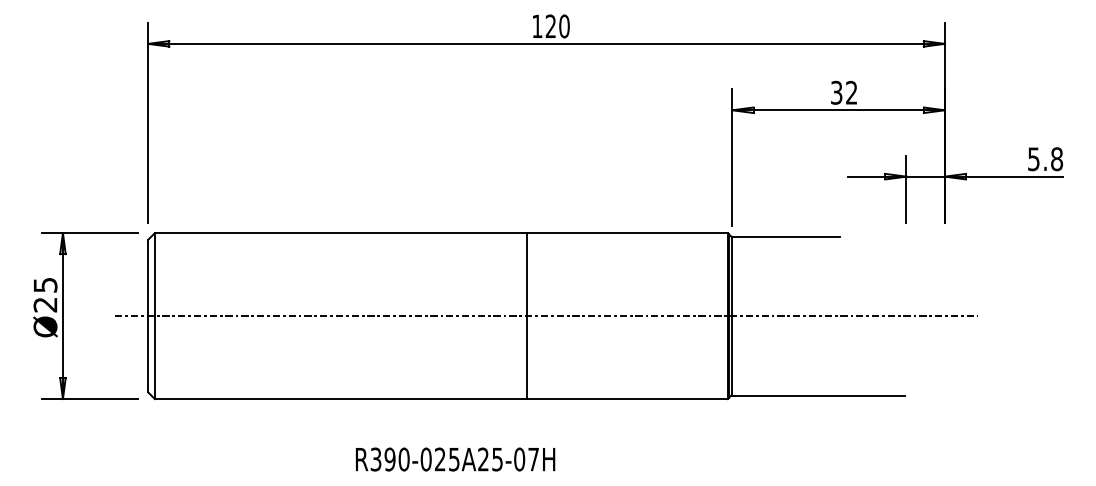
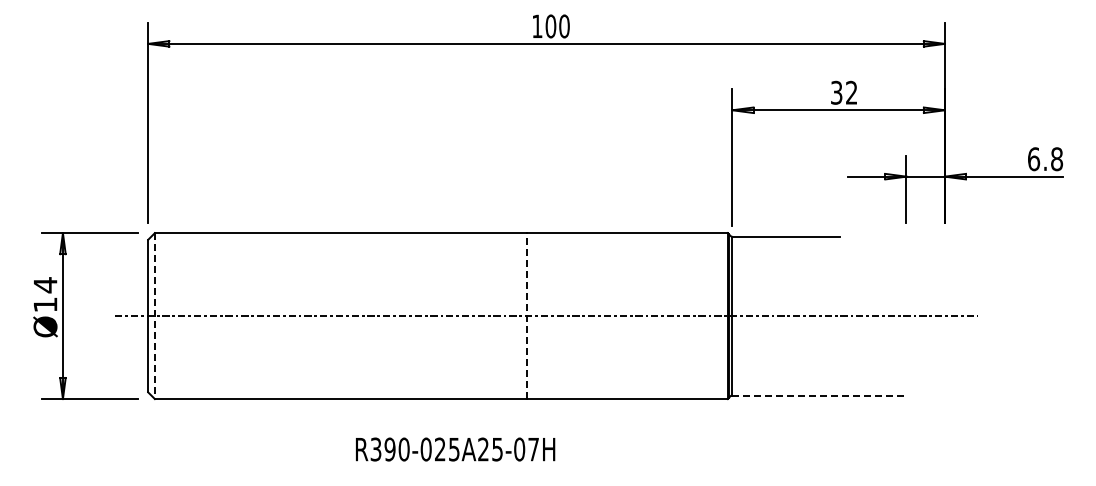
text at (550, 26): 120 -> 100
text at (1034, 159): 5.8 -> 6.8
text at (45, 294): Ø25 -> Ø14
line at (154, 316): solid -> dashed
line at (526, 316): solid -> dashed
line at (819, 395): solid -> dashed
text at (455, 459) position: (455, 459) -> (455, 449)
